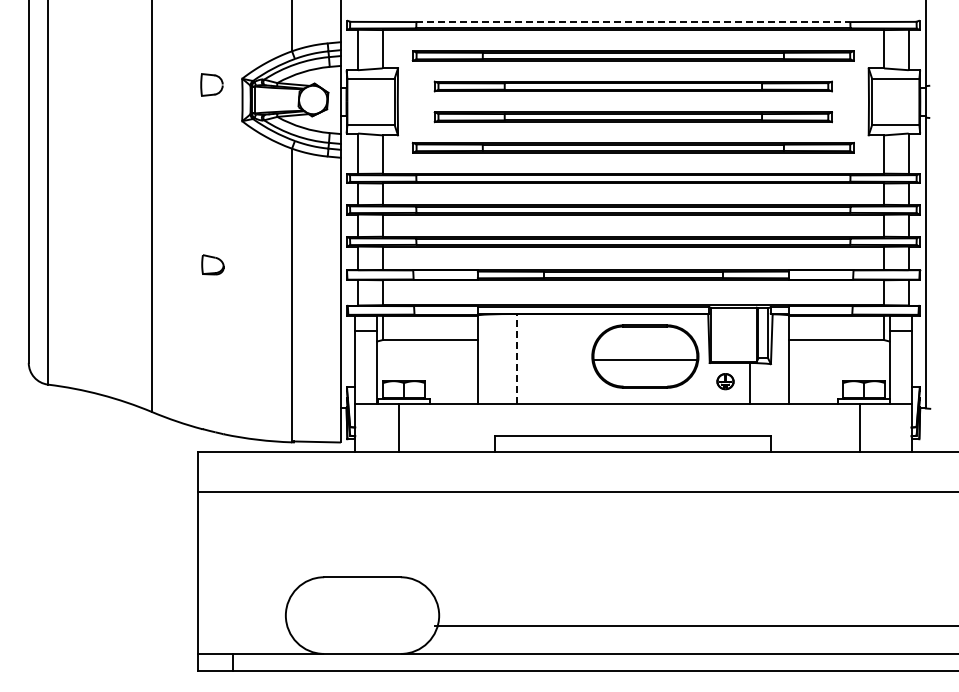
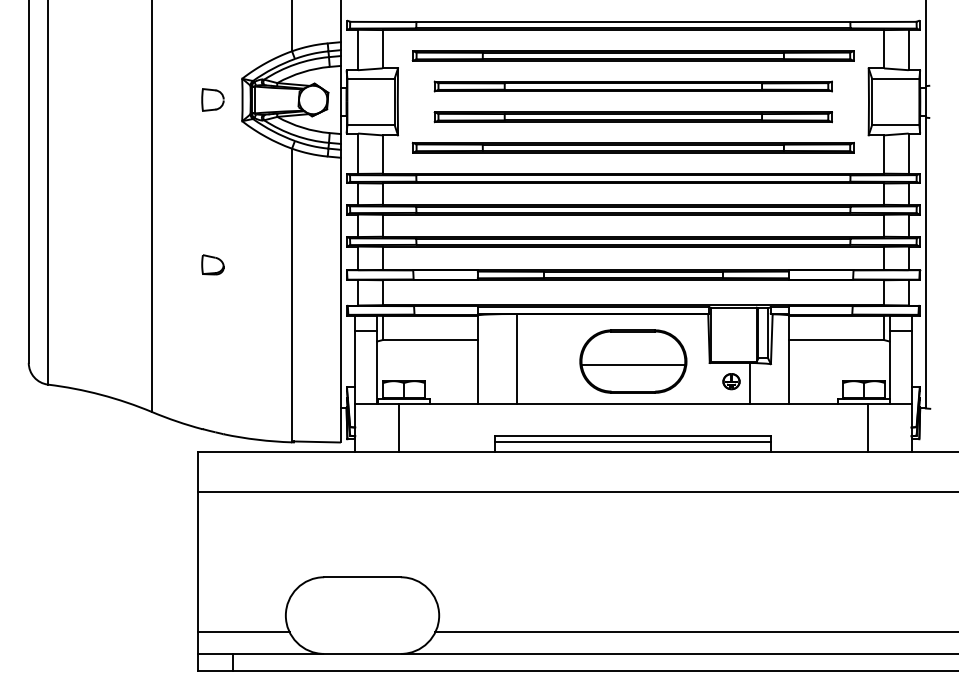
line at (633, 22): dashed -> solid
part at (211, 84) position: (211, 84) -> (212, 99)
part at (645, 356) position: (645, 356) -> (633, 361)
line at (517, 358): dashed -> solid
part at (725, 381) position: (725, 381) -> (731, 381)
line at (859, 428) position: (859, 428) -> (867, 428)
line at (633, 441): none -> present
line at (695, 626) position: (695, 626) -> (695, 632)
line at (243, 632): none -> present
